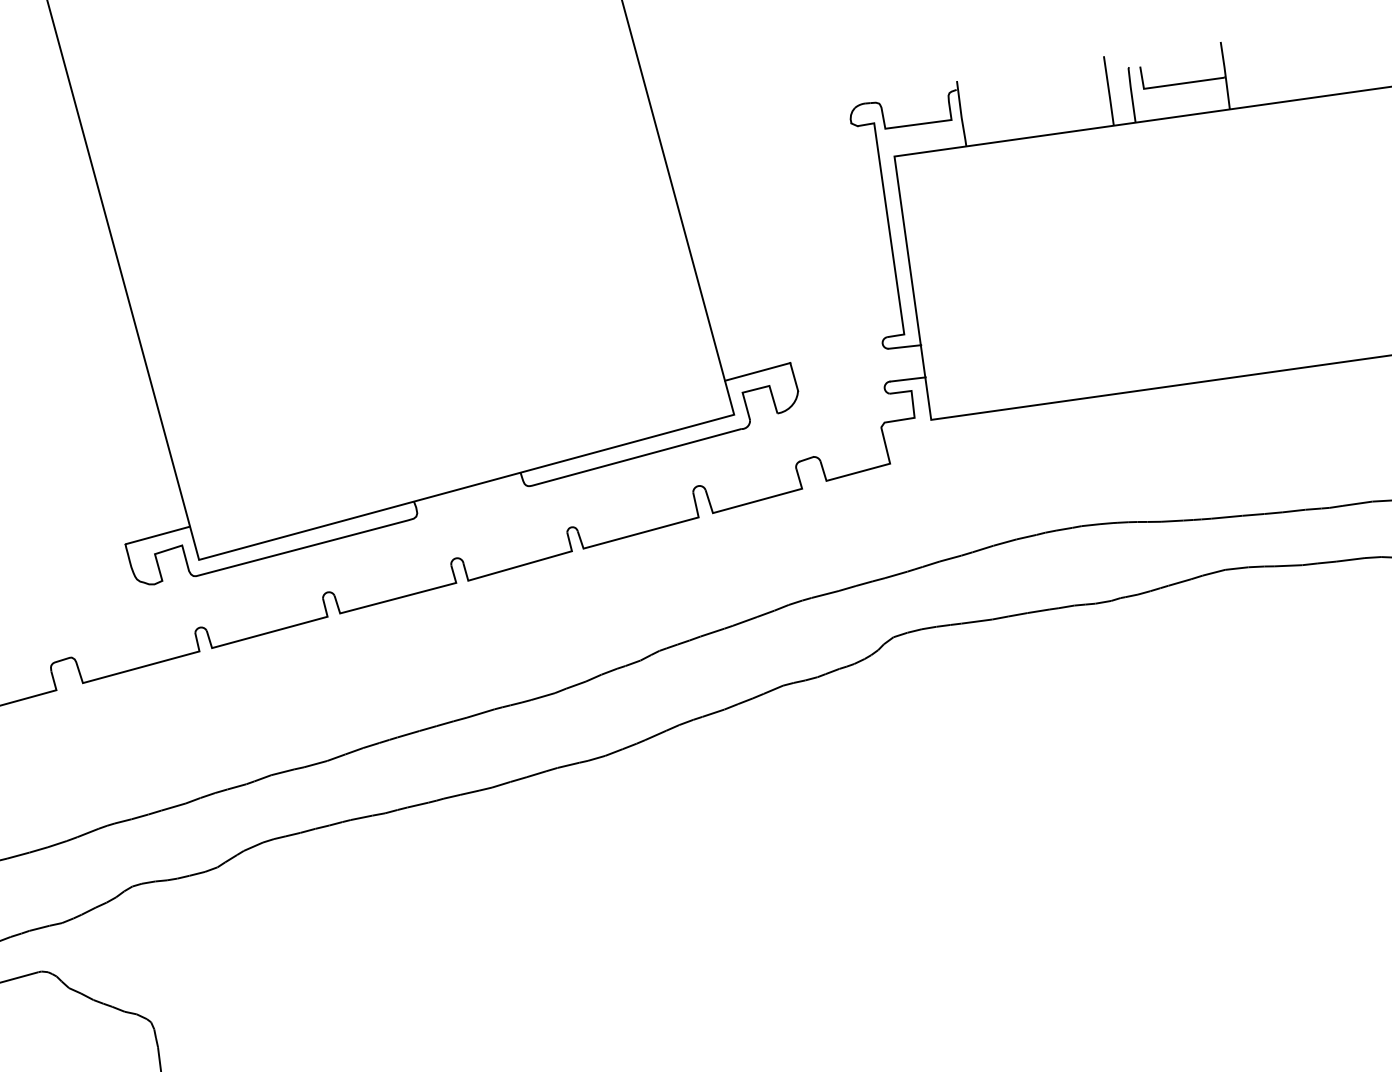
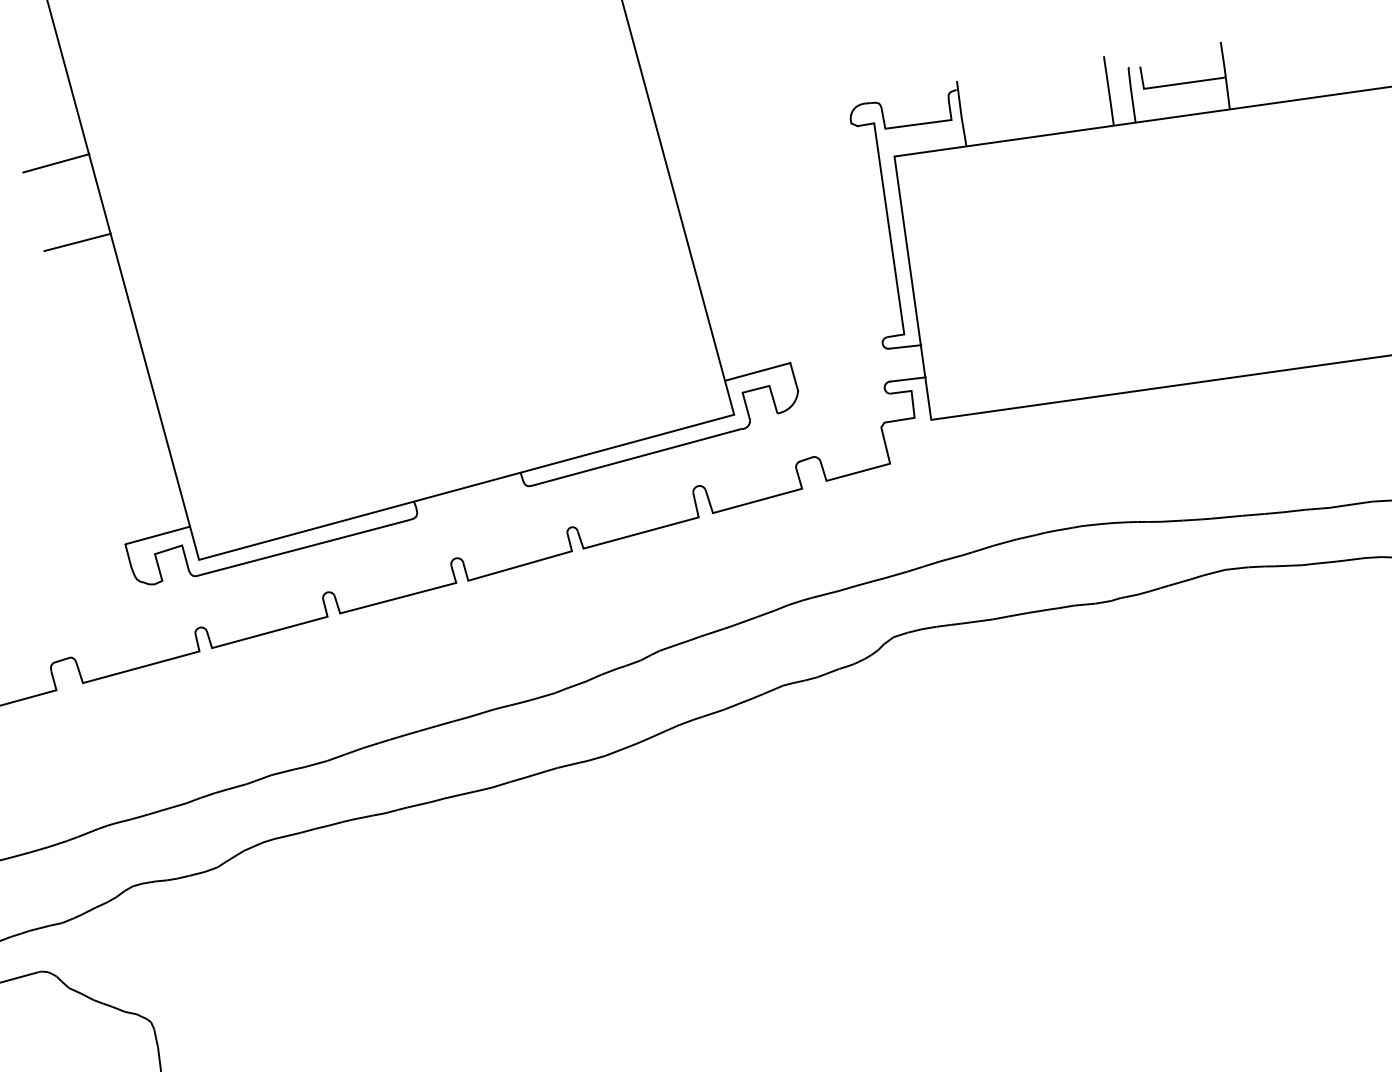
line at (56, 163): none -> present
line at (77, 242): none -> present
